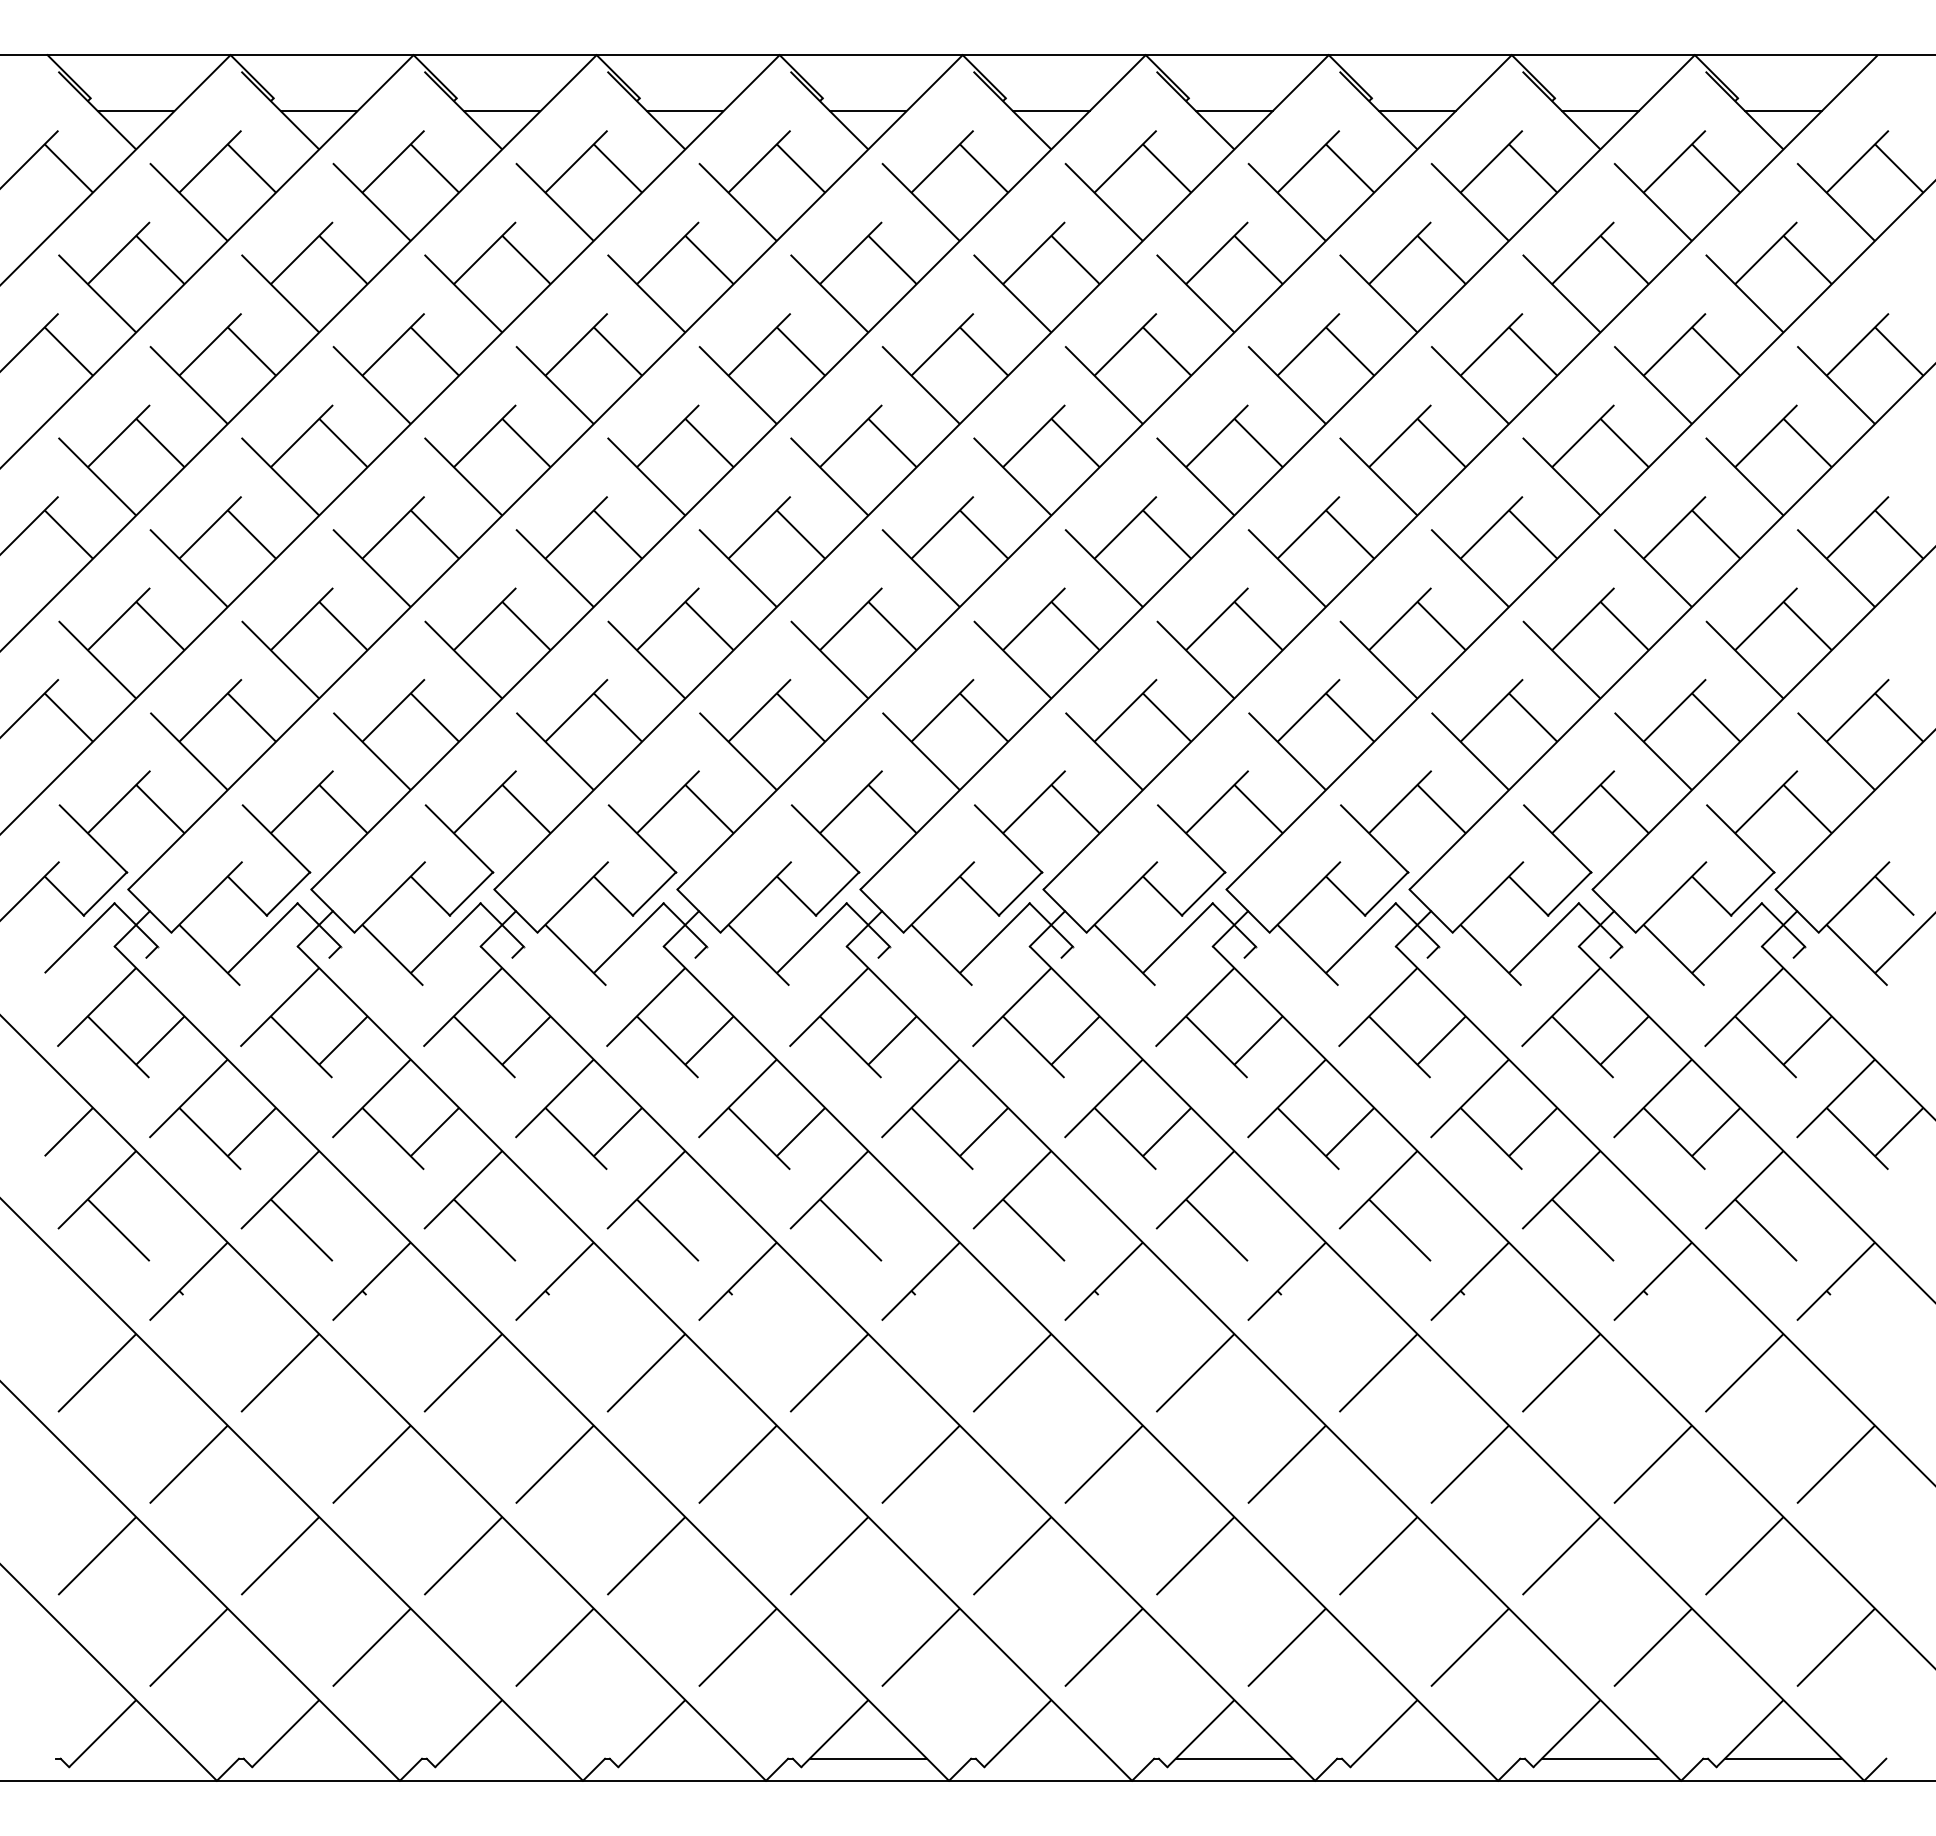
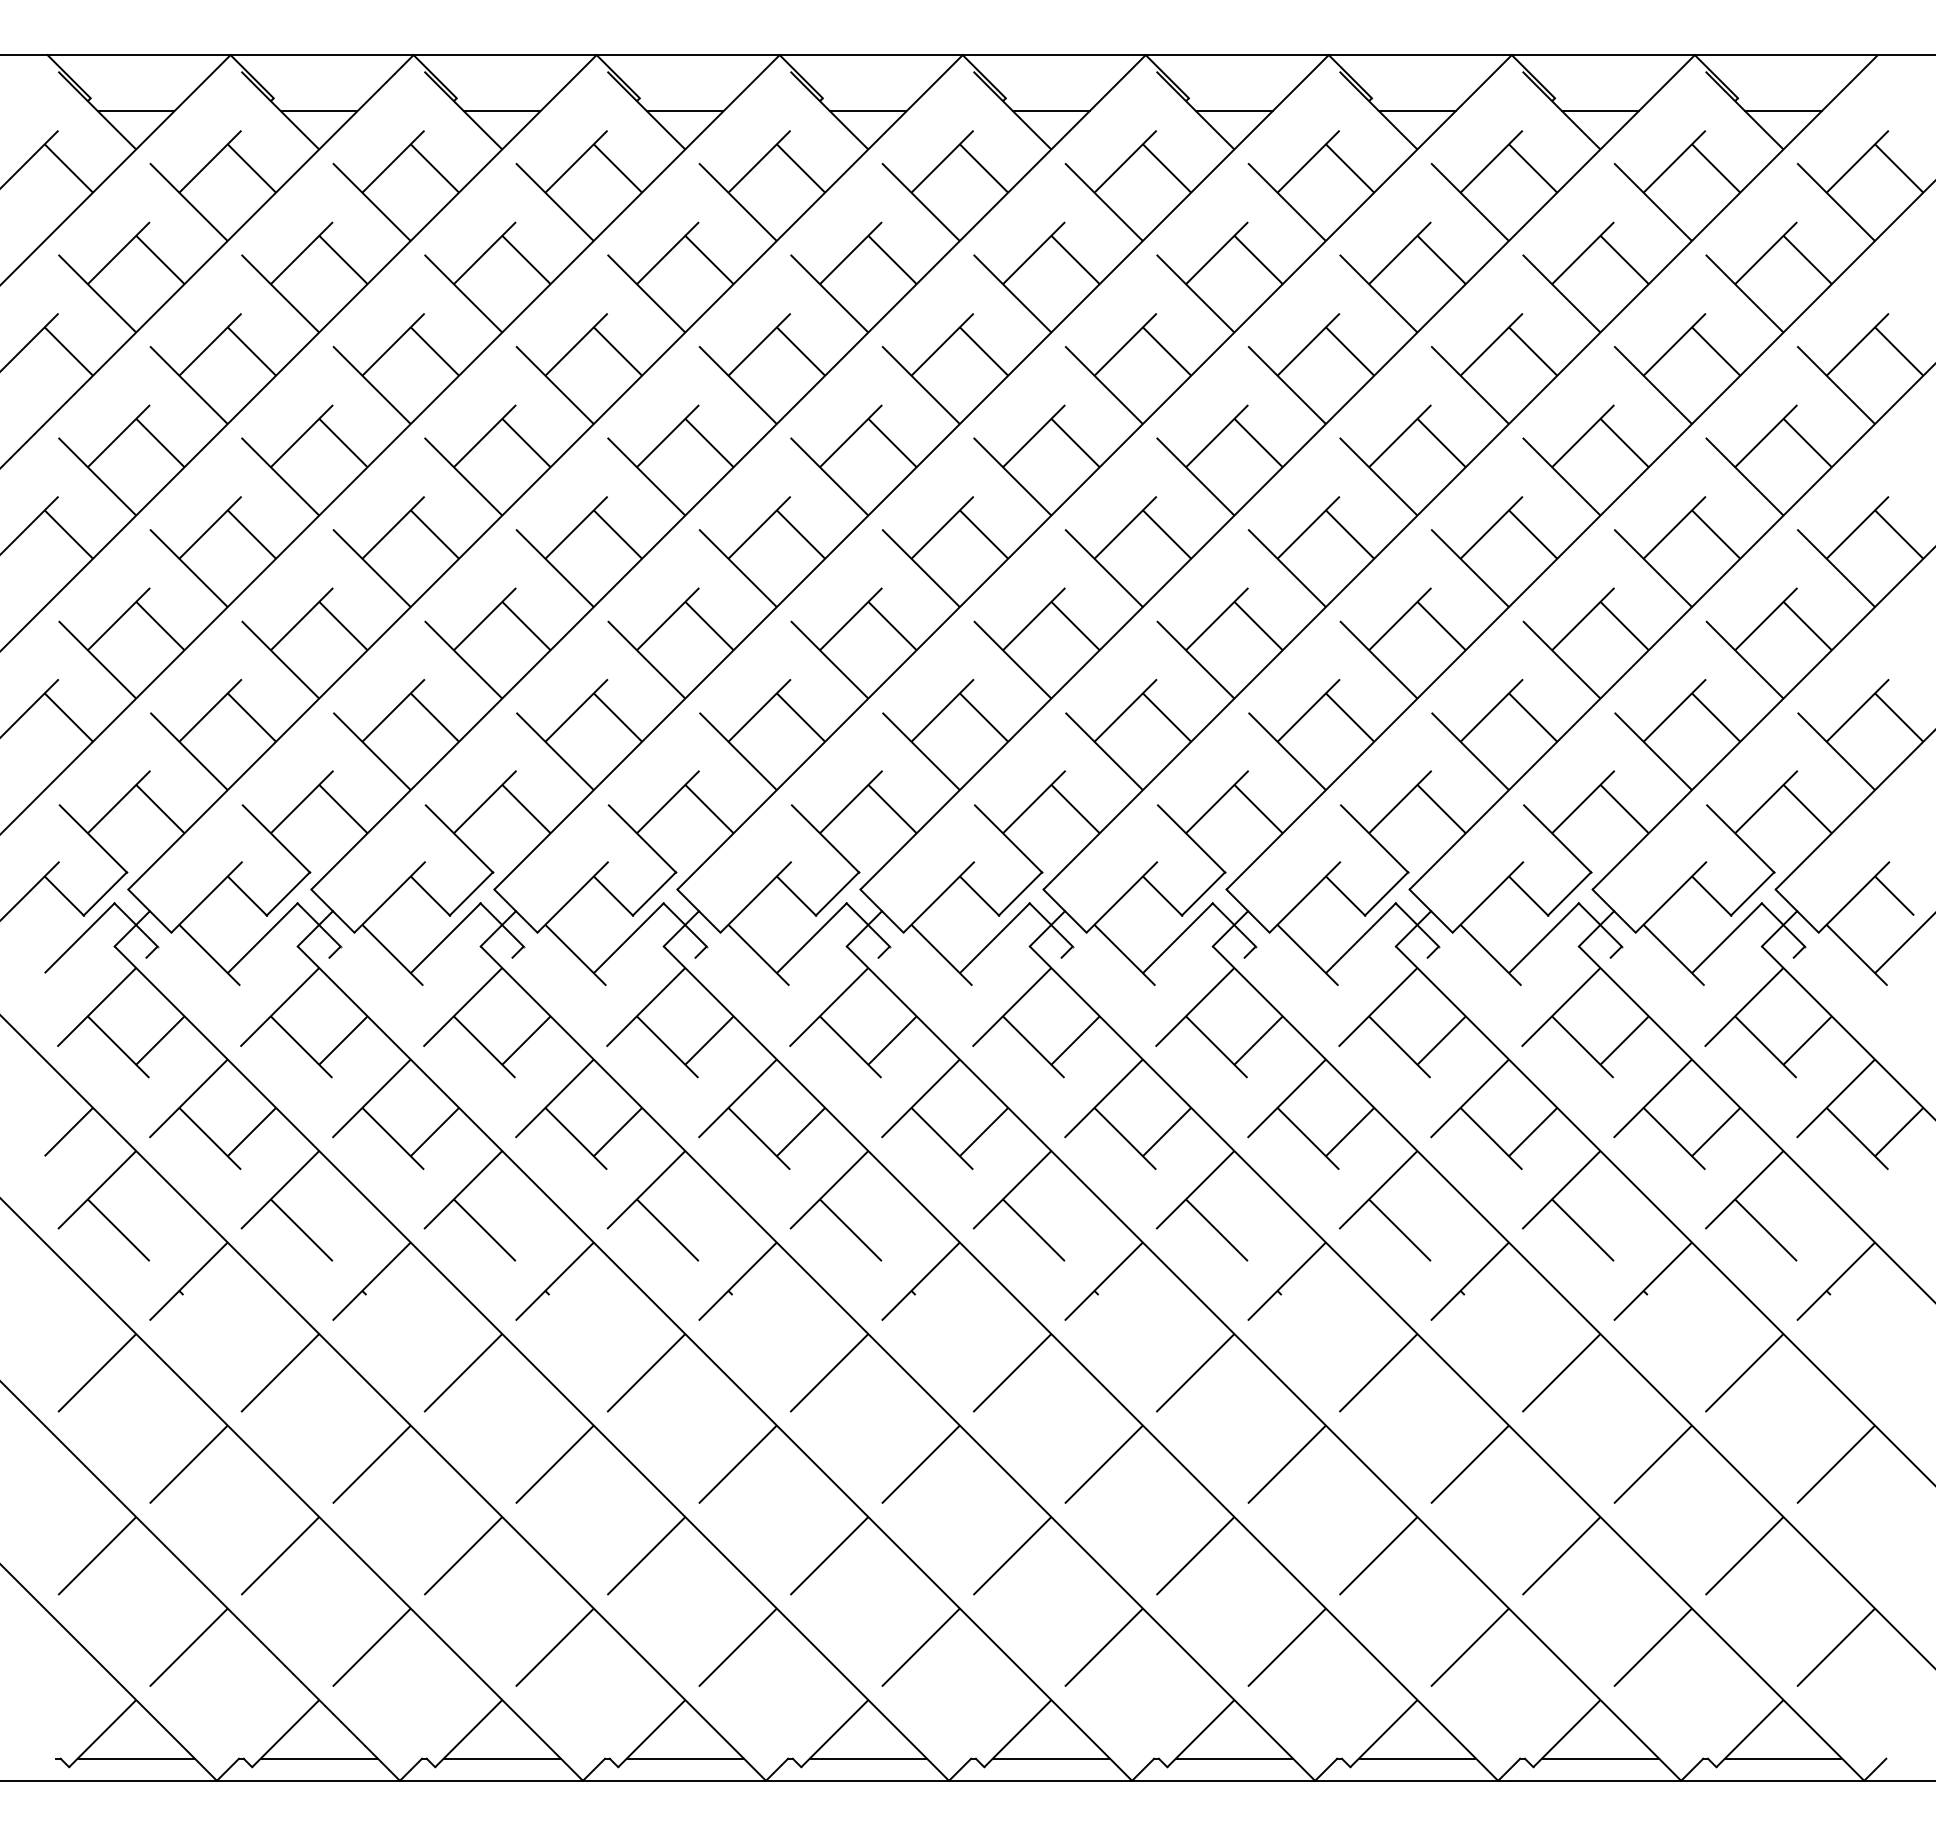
line at (135, 1758): none -> present
line at (318, 1758): none -> present
line at (501, 1758): none -> present
line at (684, 1758): none -> present
line at (1050, 1758): none -> present
line at (1417, 1758): none -> present
